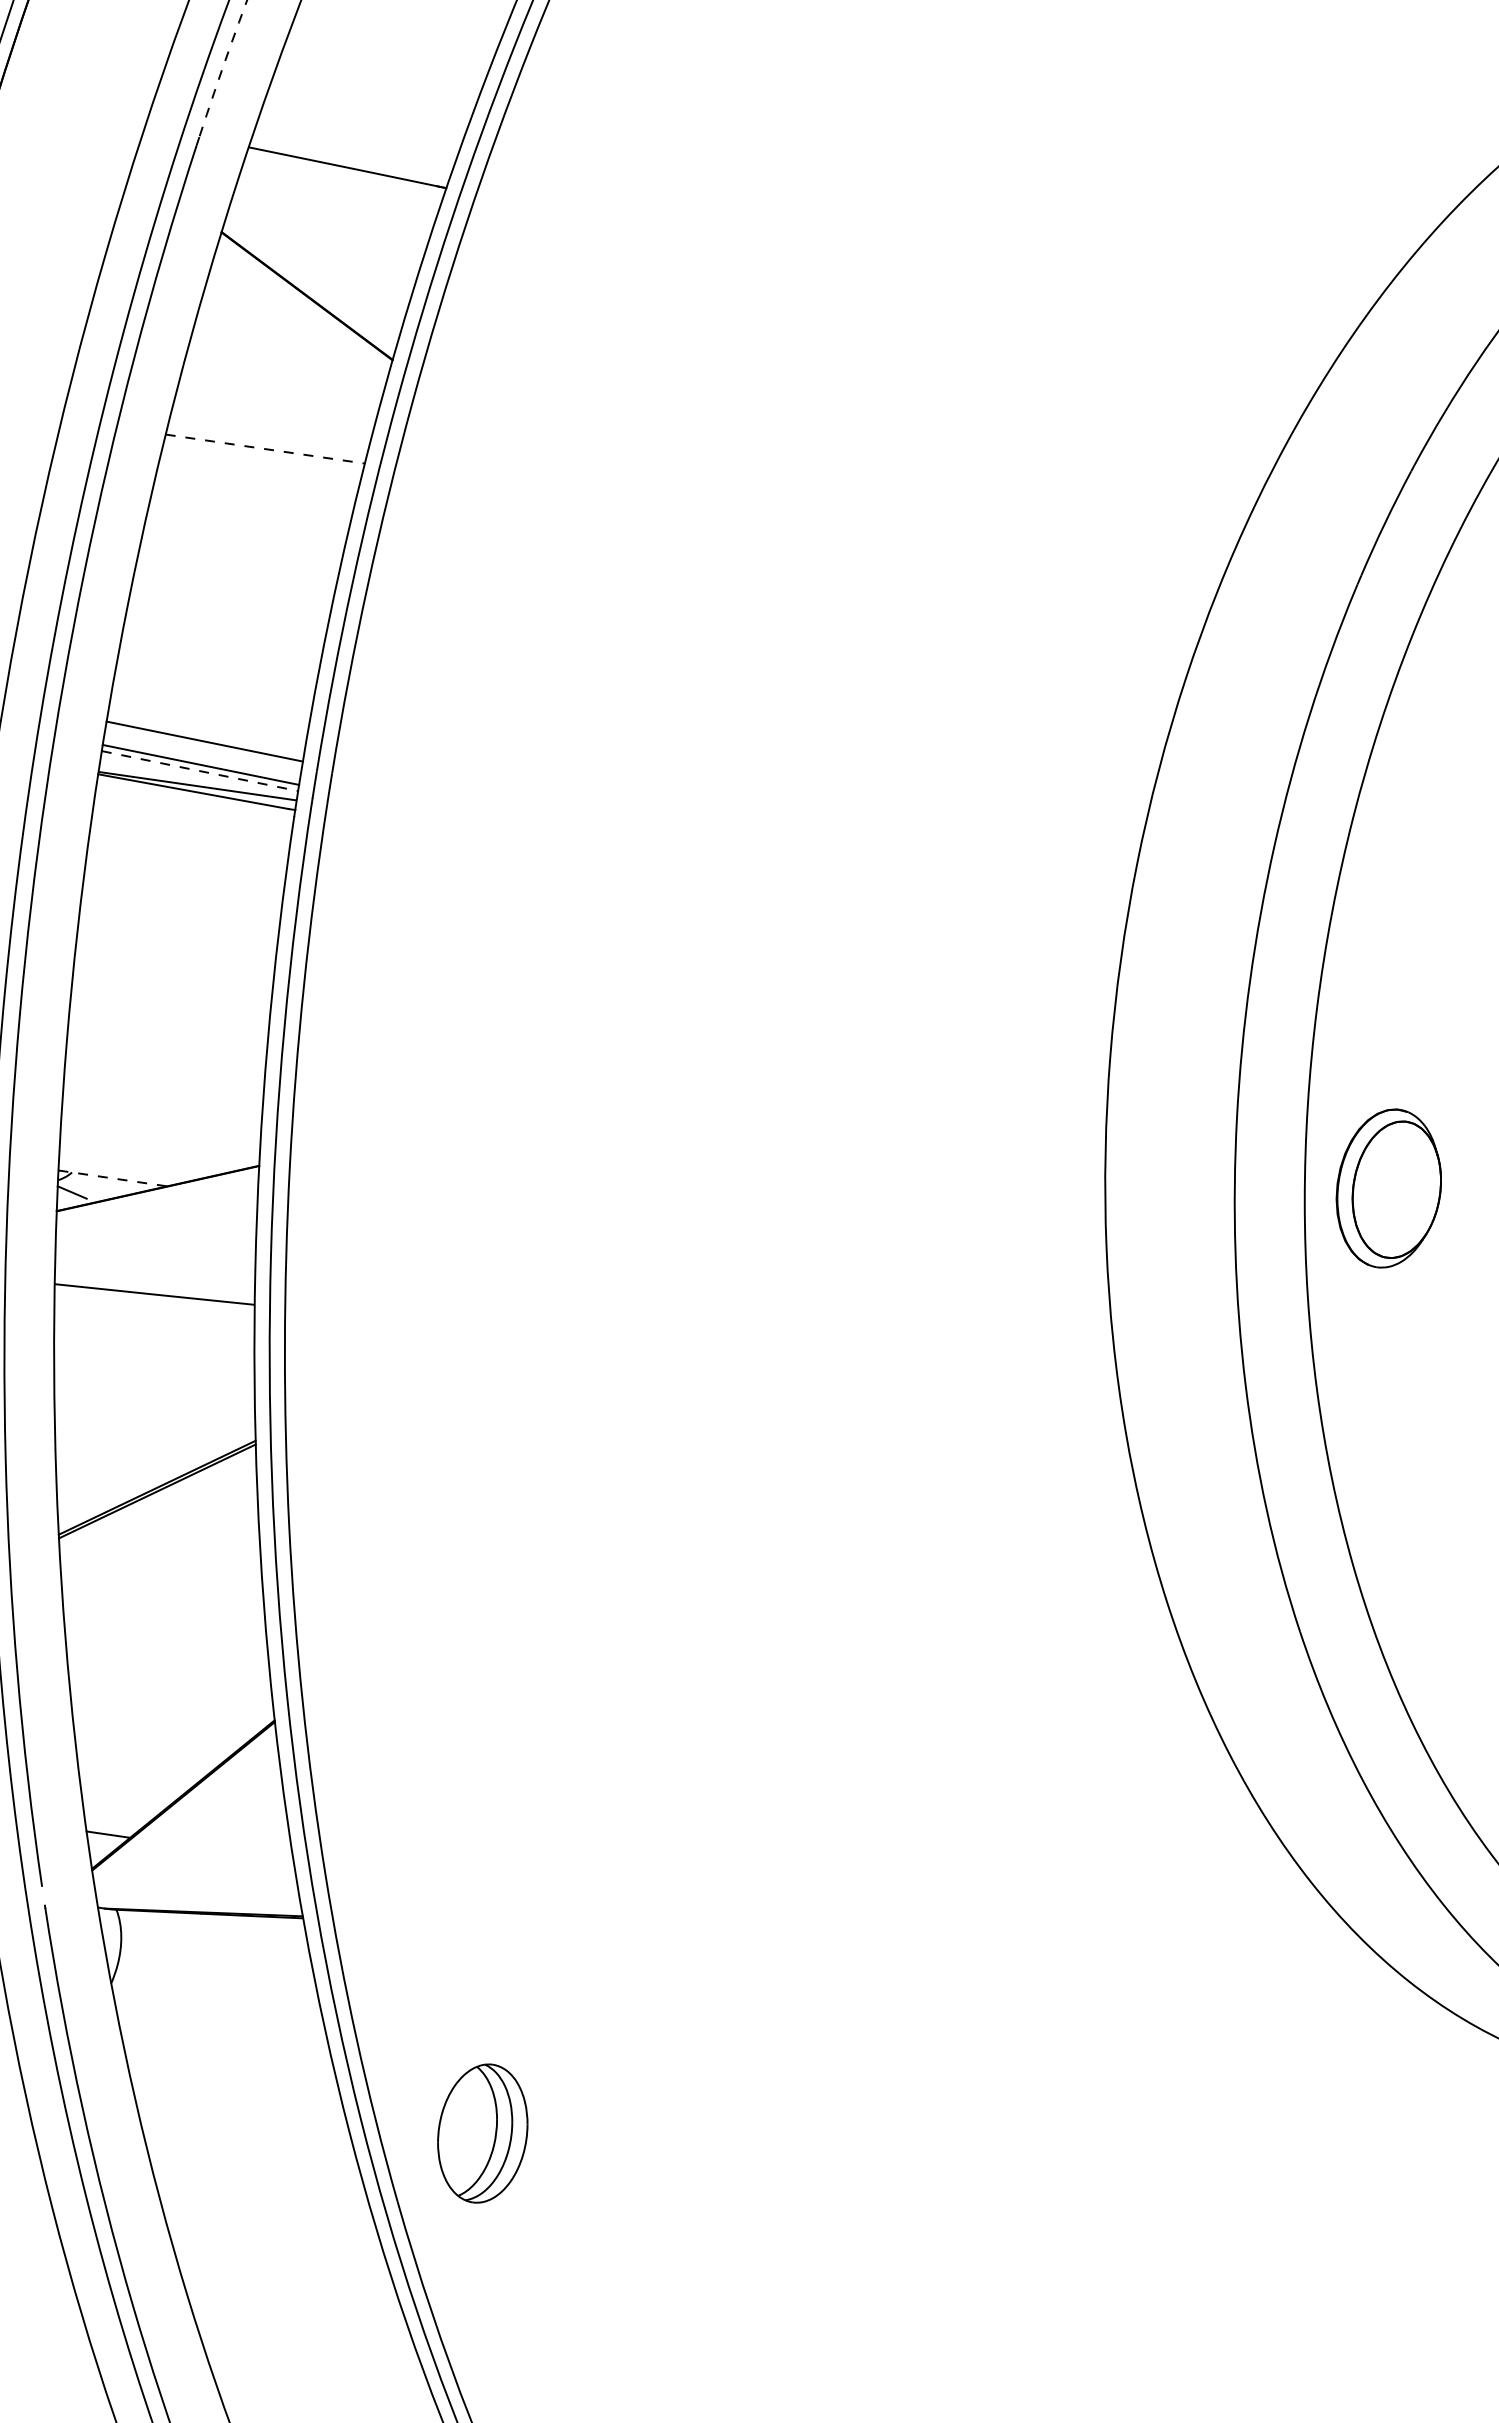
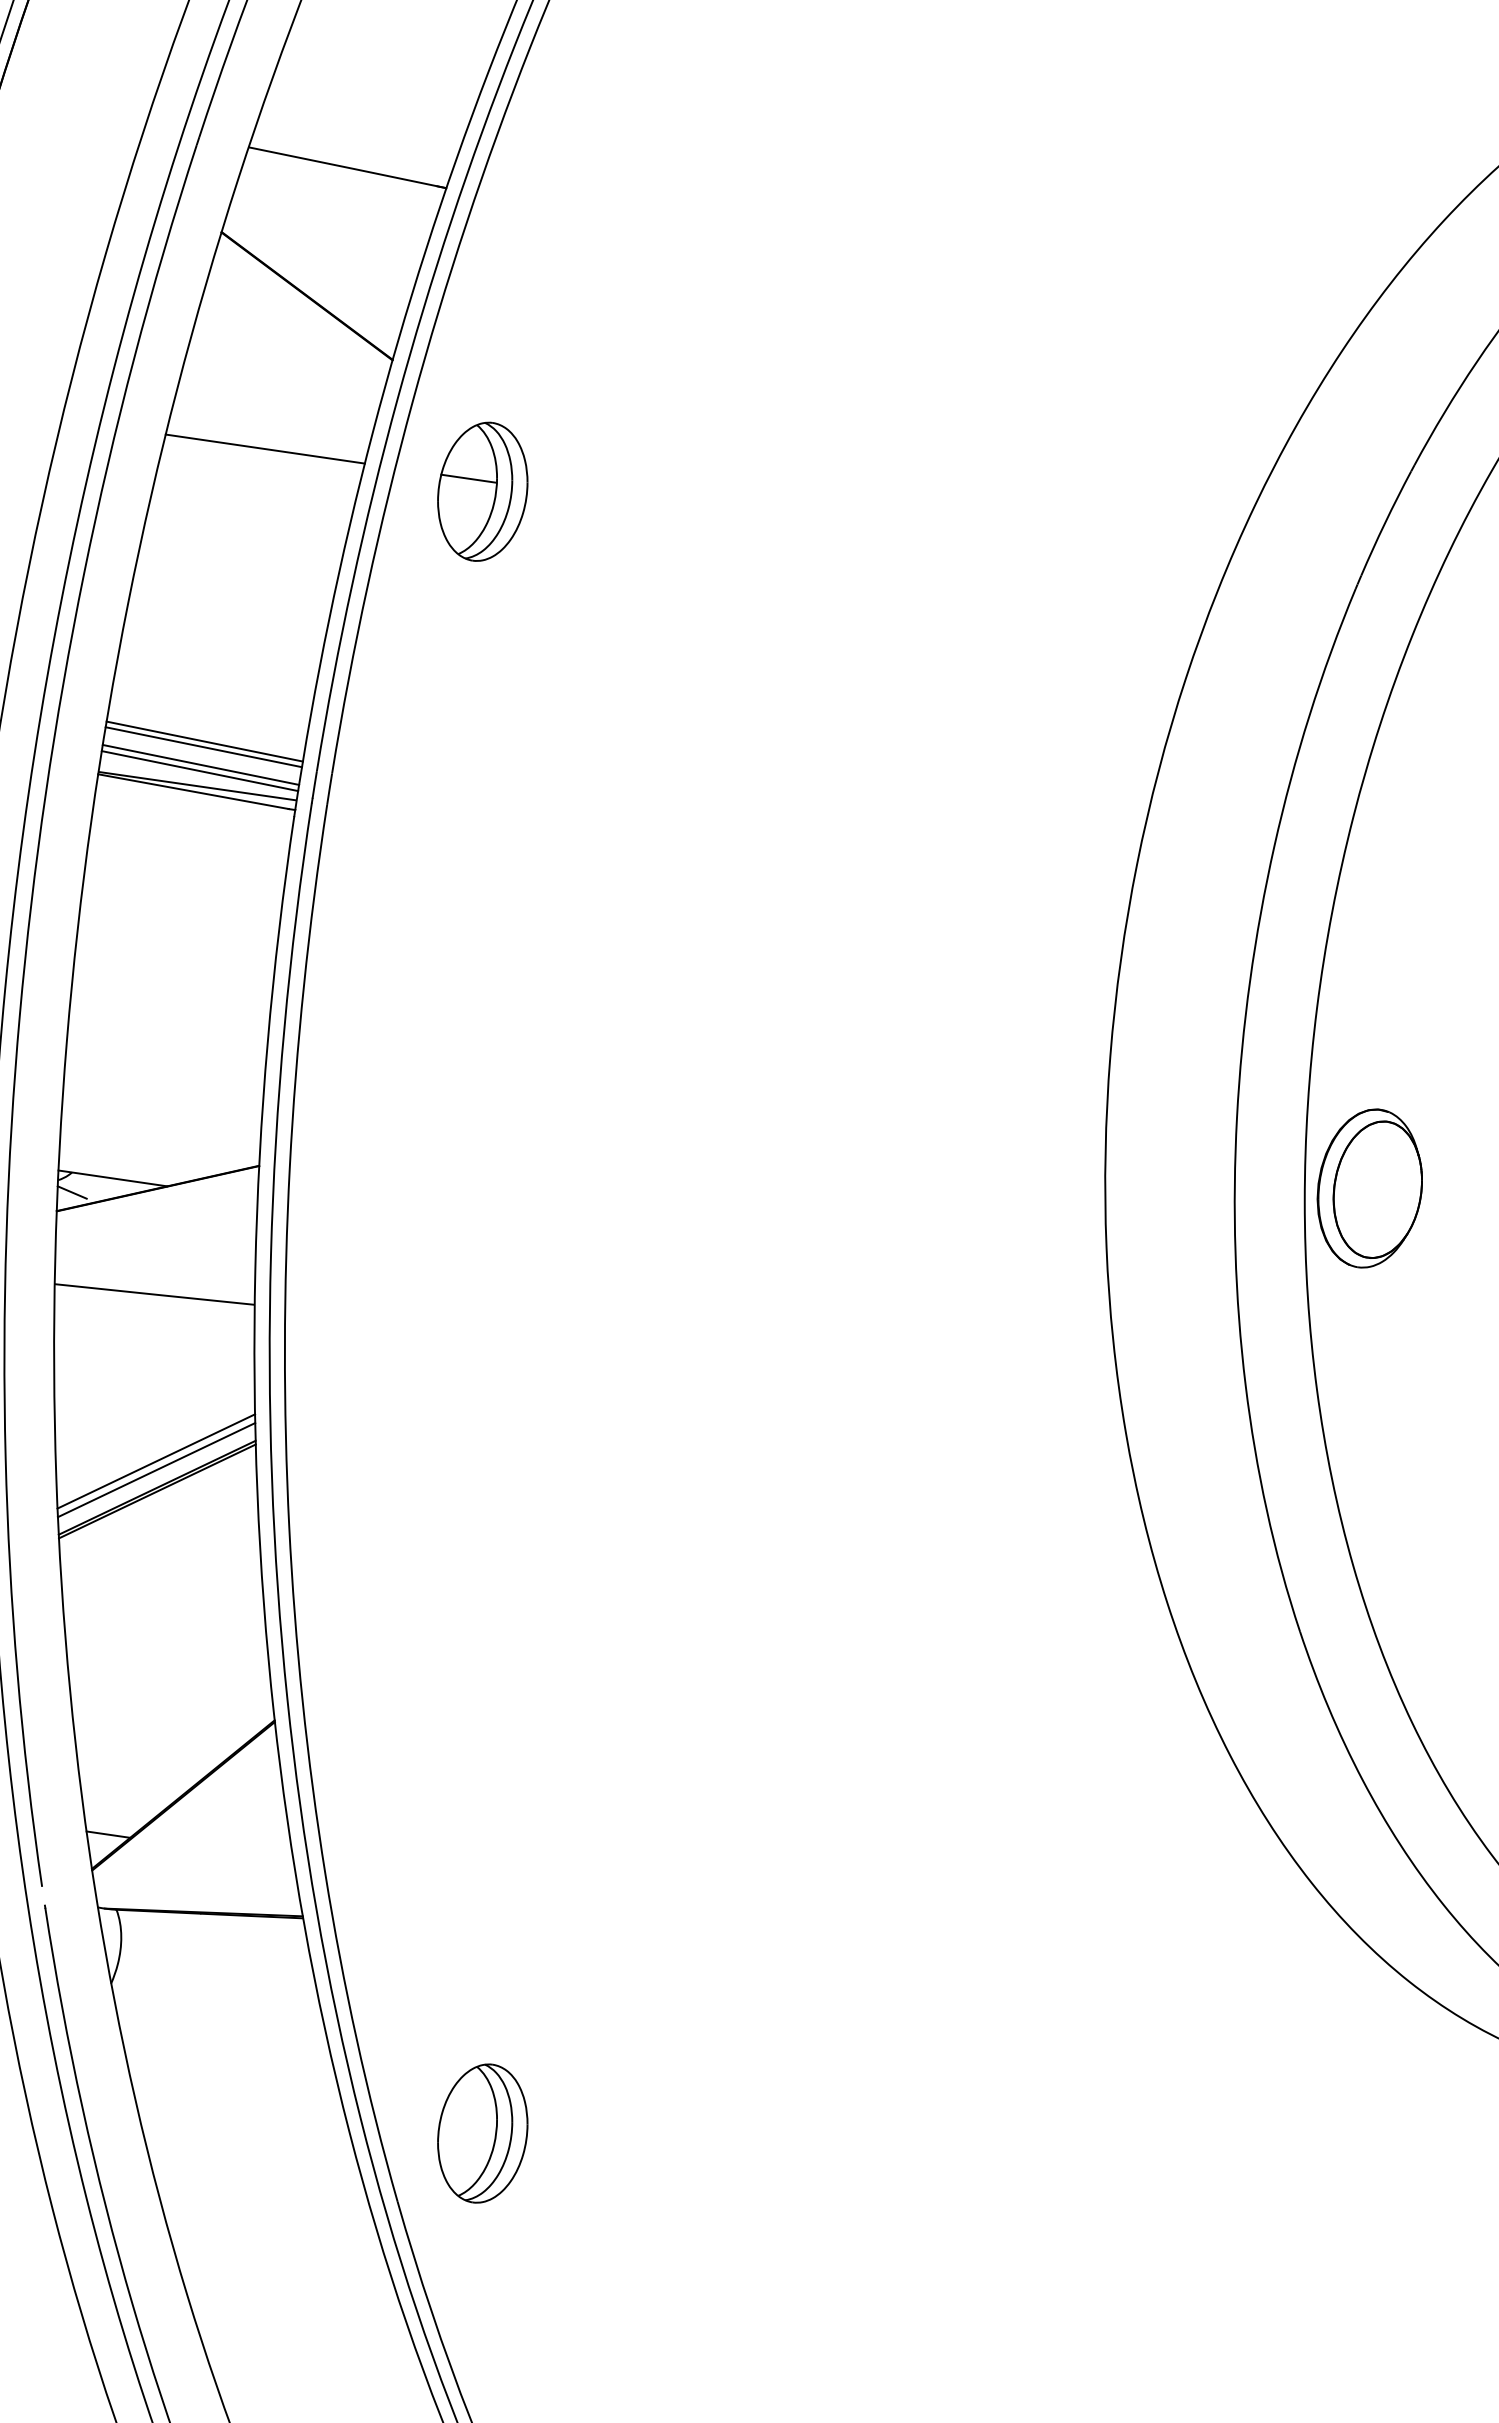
arc at (222, 68): dashed -> solid
line at (265, 449): dashed -> solid
part at (482, 491): none -> present
line at (203, 747): none -> present
line at (200, 771): dashed -> solid
line at (112, 1178): dashed -> solid
part at (1388, 1188) position: (1388, 1188) -> (1369, 1188)
line at (156, 1461): none -> present
line at (156, 1470): none -> present
